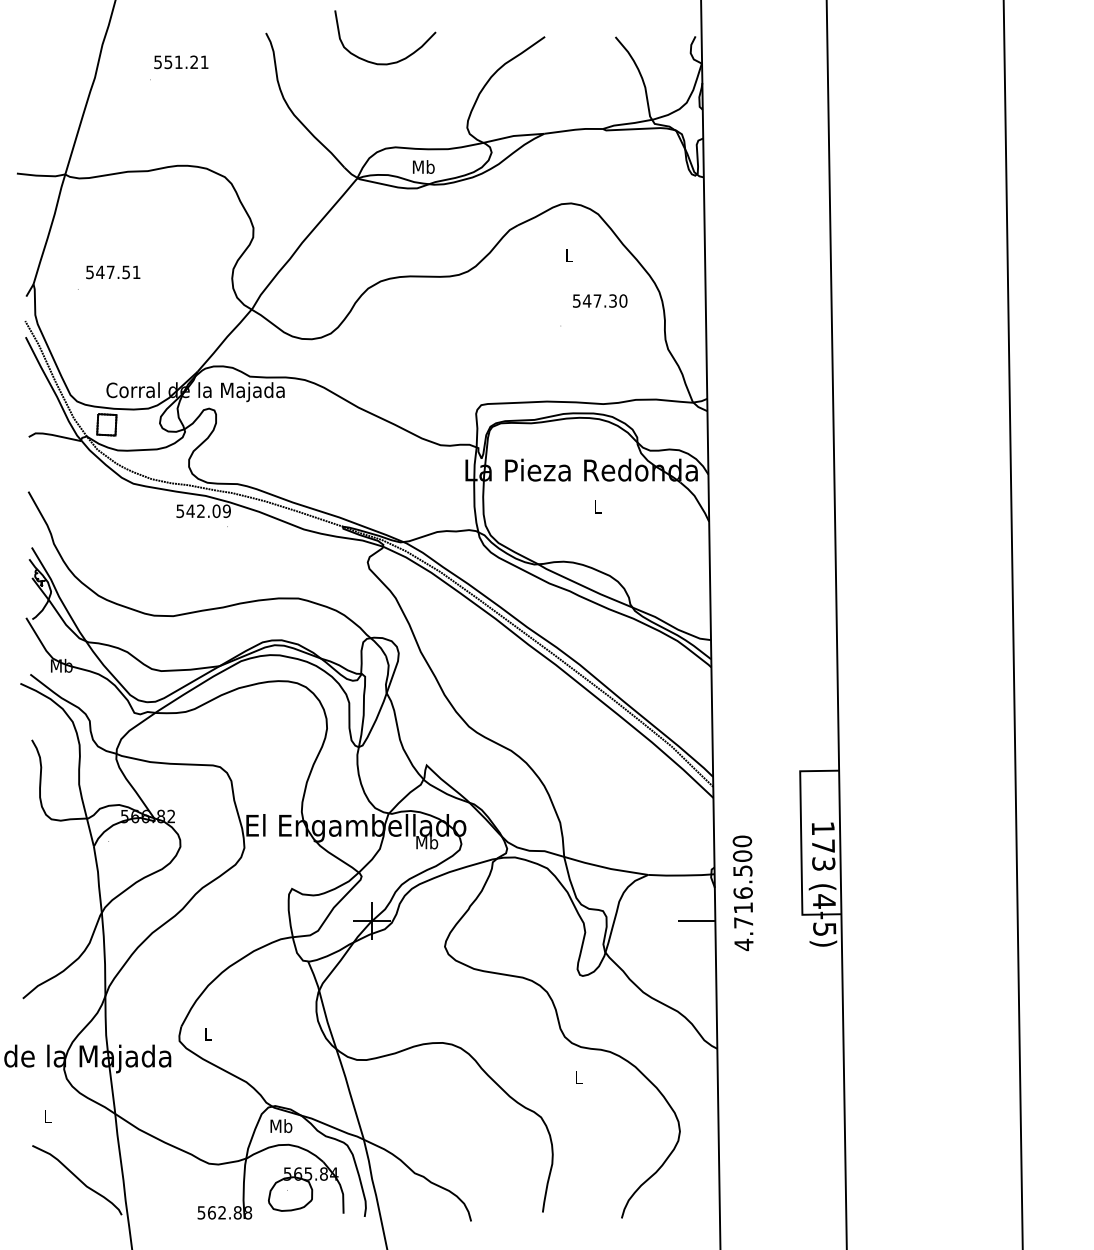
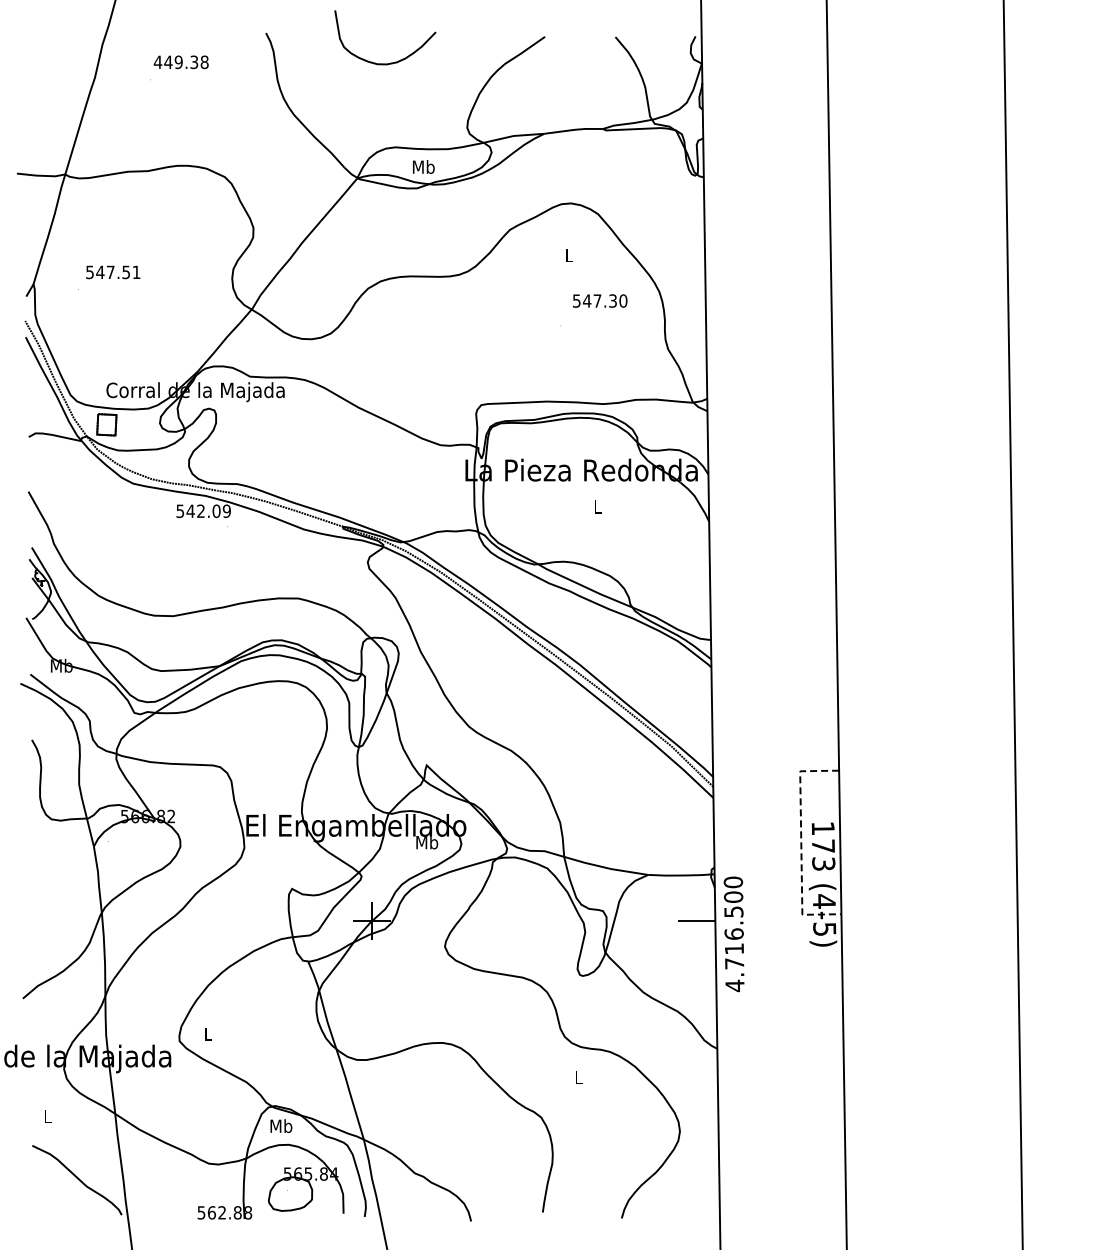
text at (180, 62): 551.21 -> 449.38
line at (801, 844): solid -> dashed
text at (742, 893) position: (742, 893) -> (733, 934)
